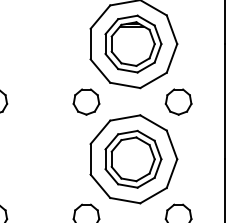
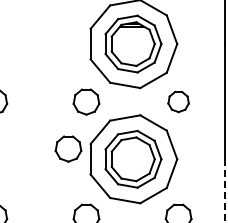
part at (178, 101) size: 29x28 px -> 23x23 px
part at (68, 148): none -> present
line at (224, 191): solid -> dashed
